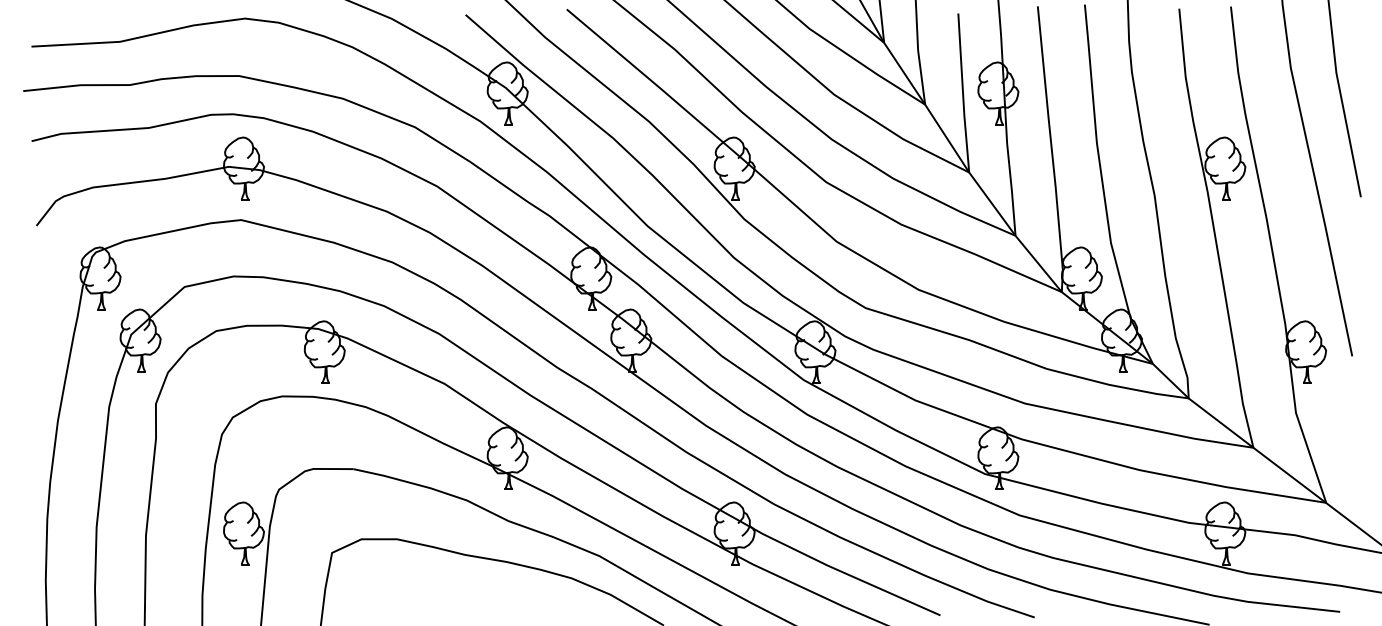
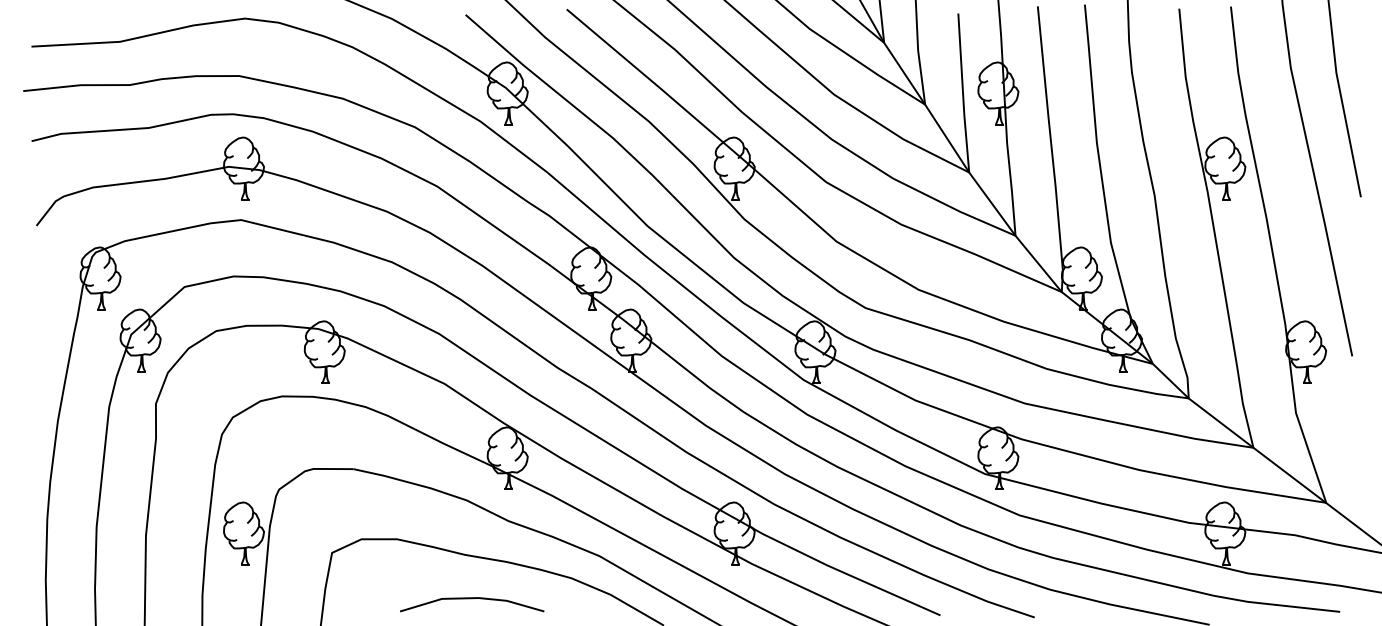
line at (472, 599): none -> present
